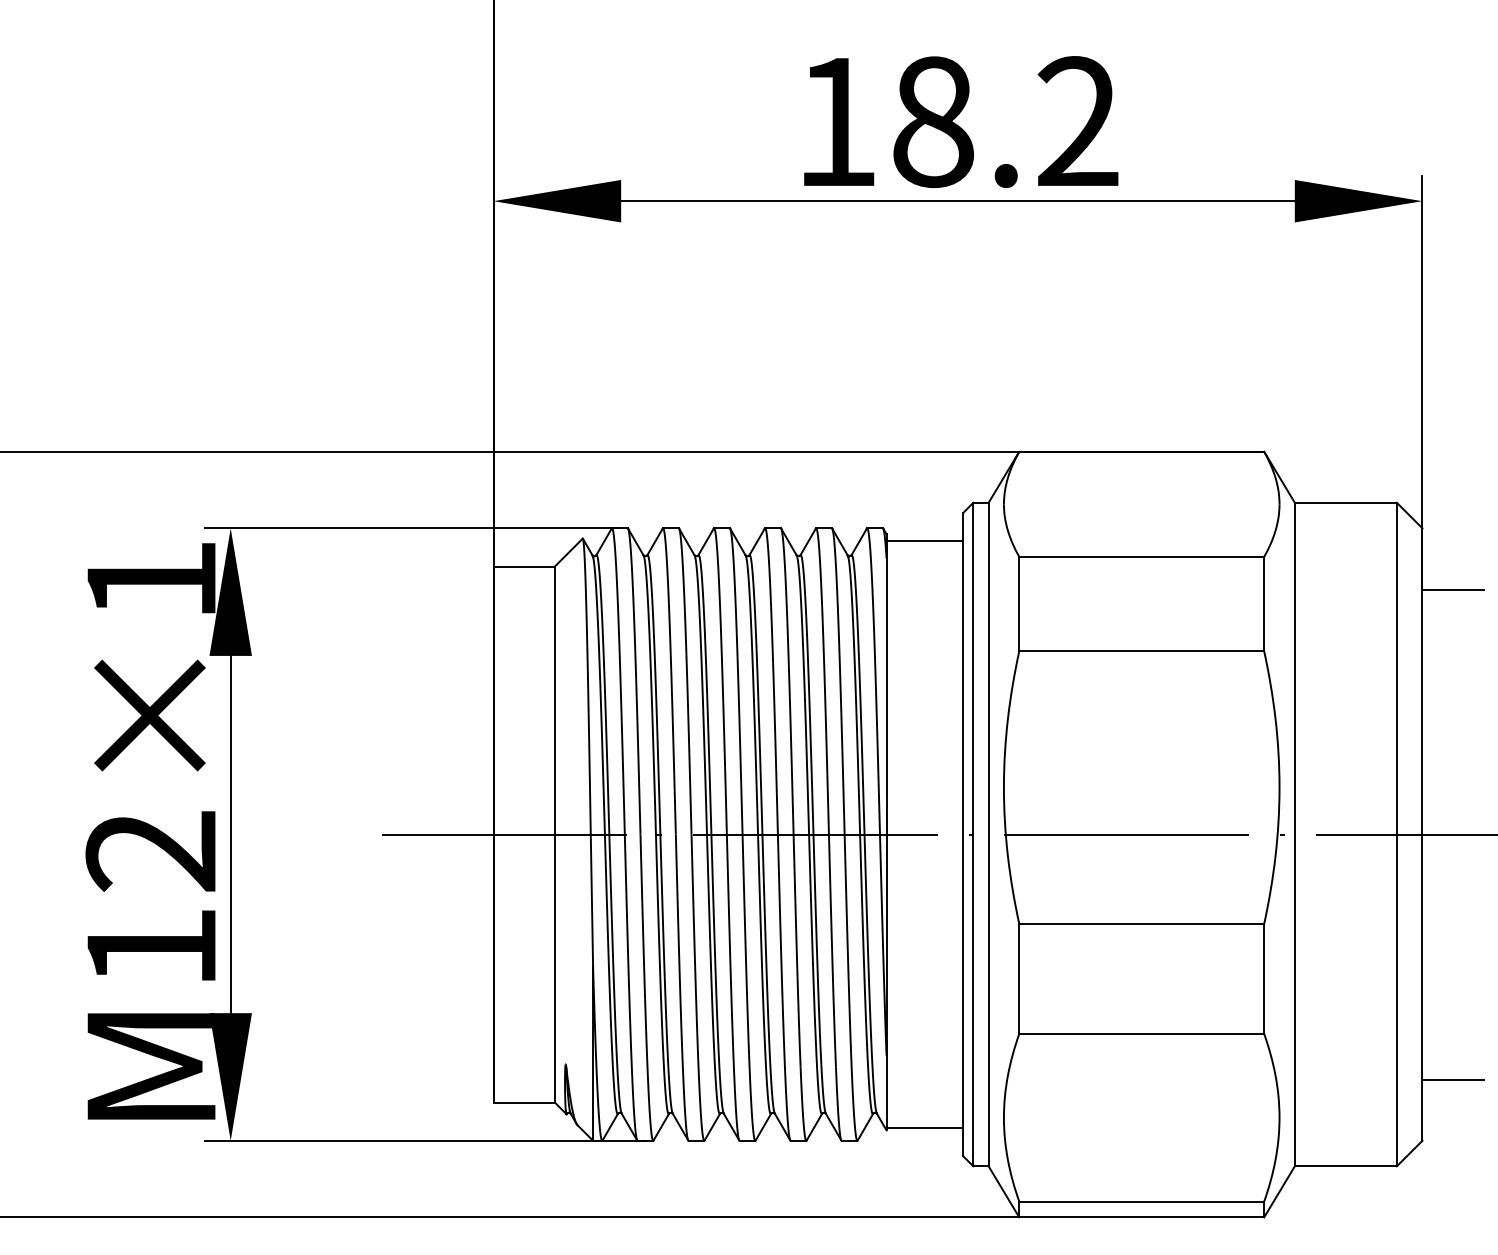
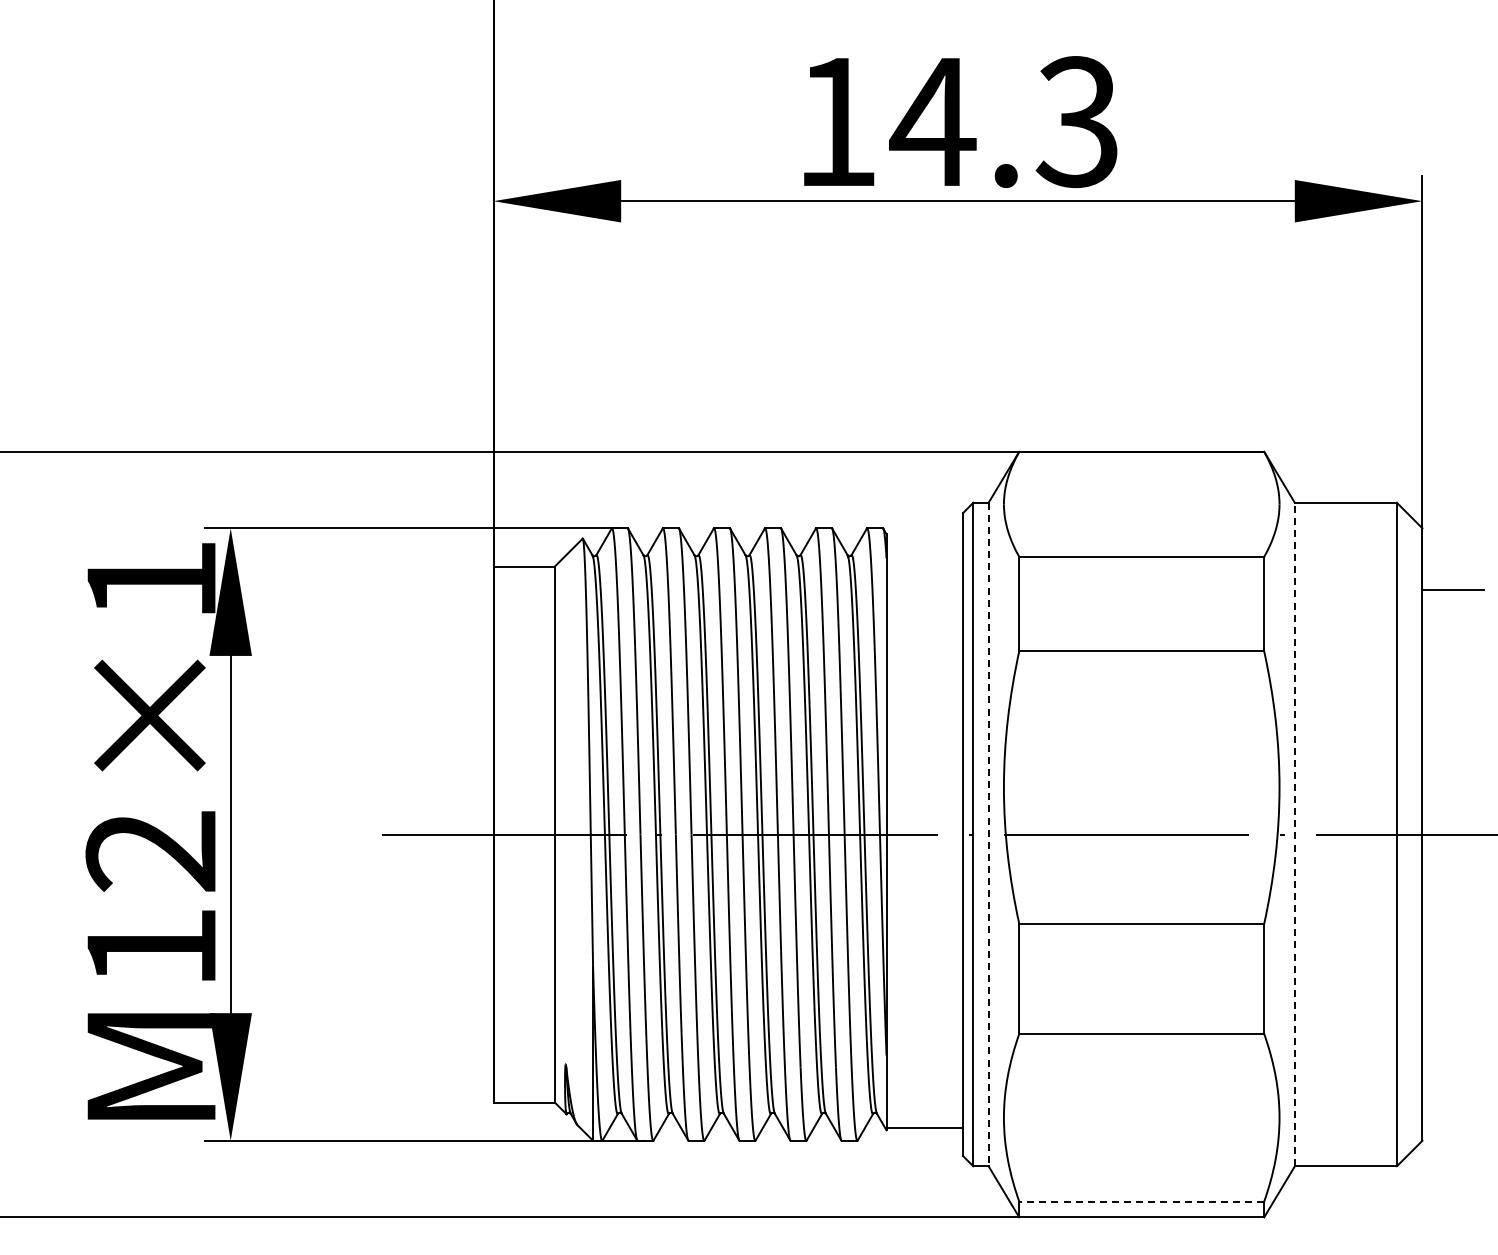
text at (1003, 122): 18.2 -> 14.3
line at (924, 541): present -> none
line at (988, 834): solid -> dashed
line at (1294, 834): solid -> dashed
line at (1452, 1079): present -> none
line at (1141, 1201): solid -> dashed
